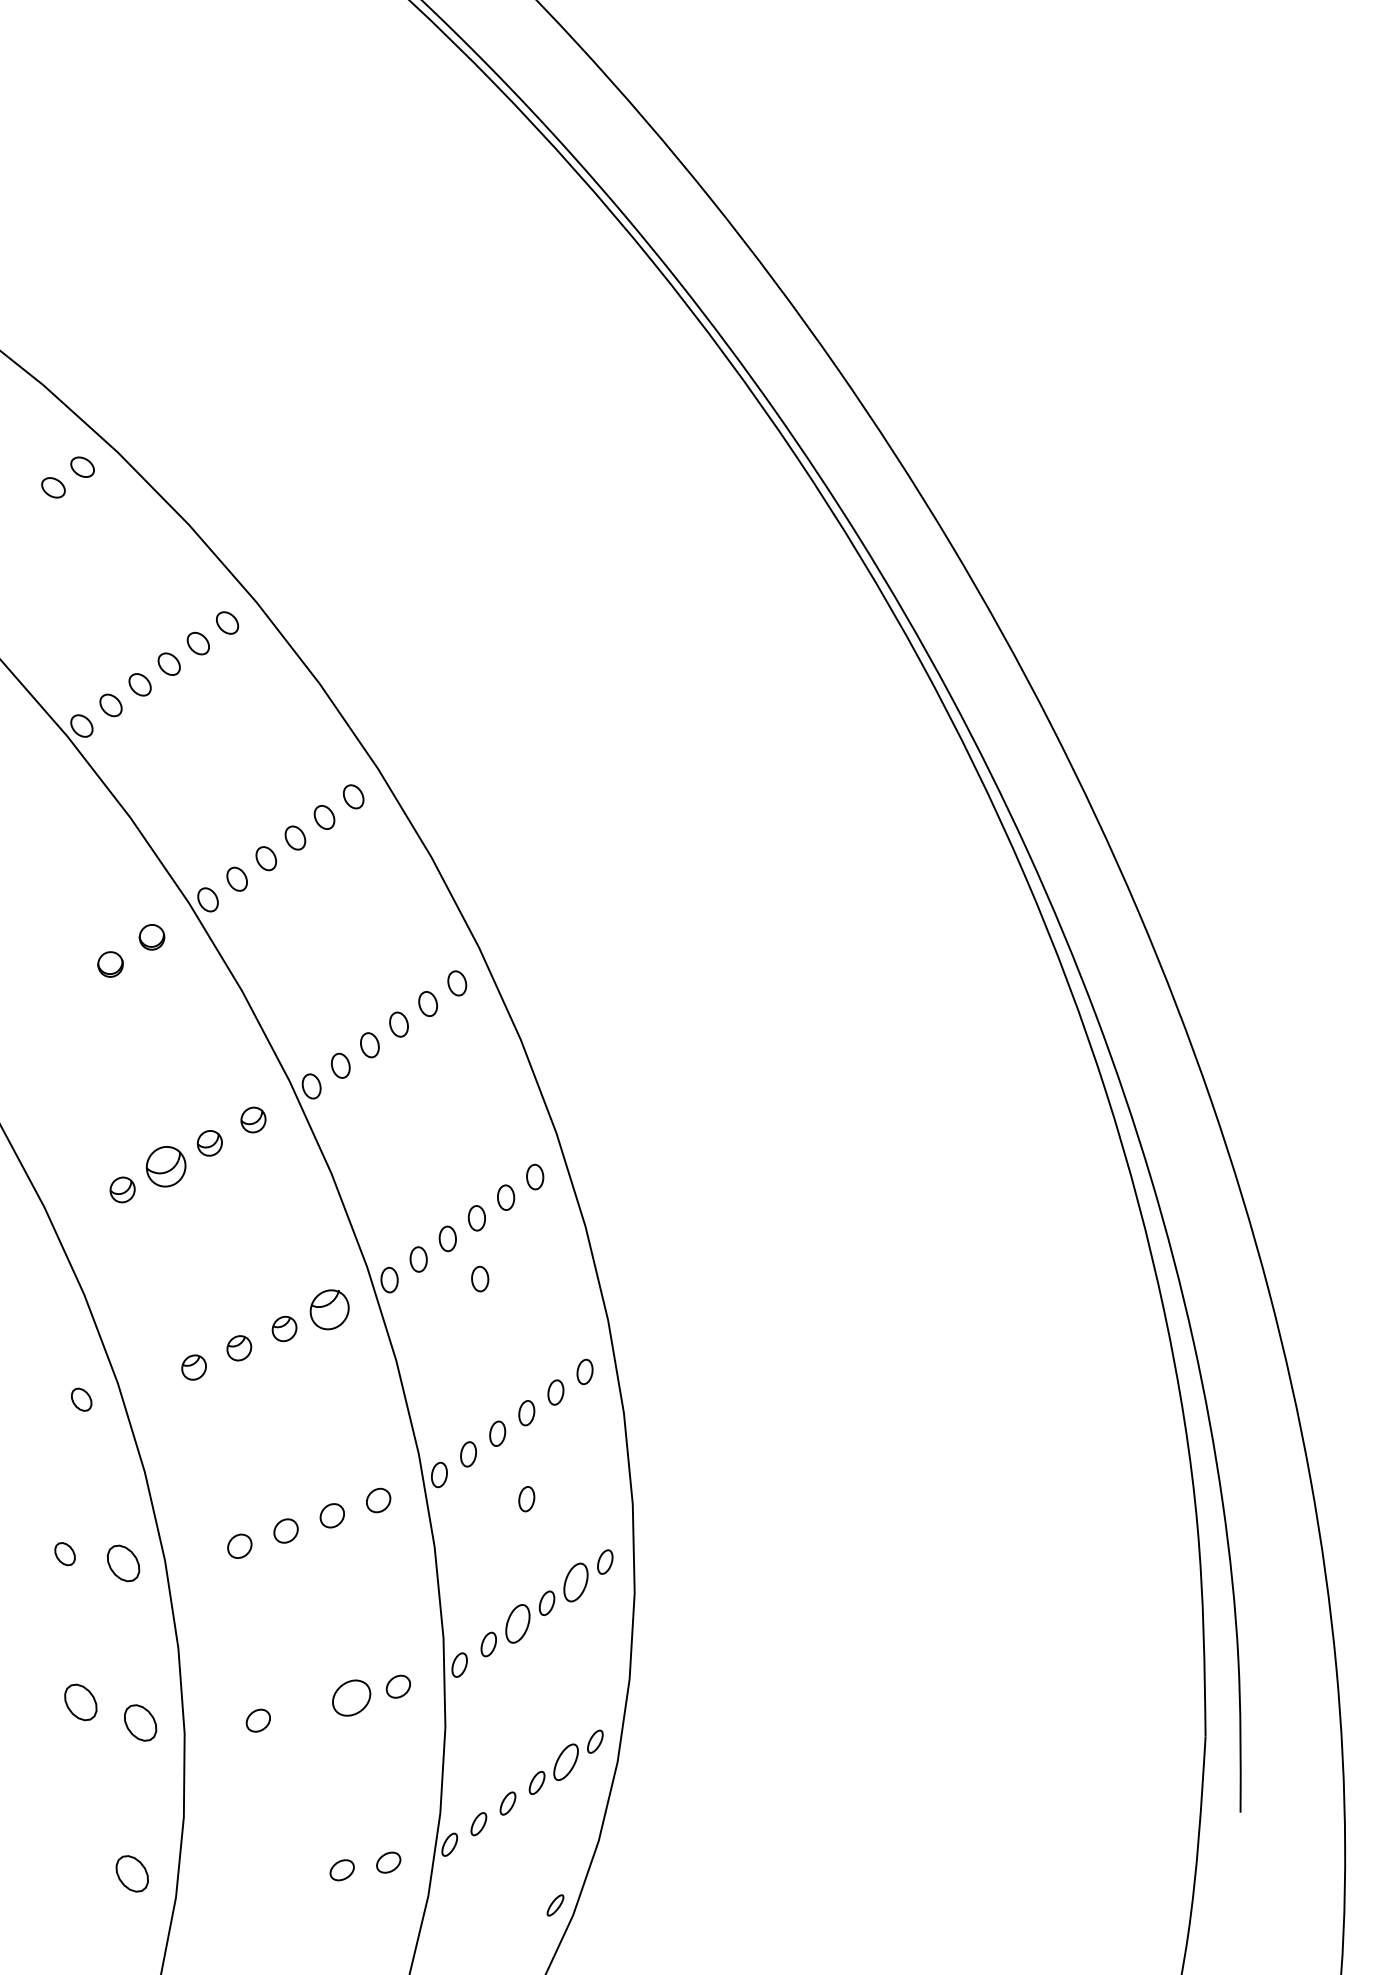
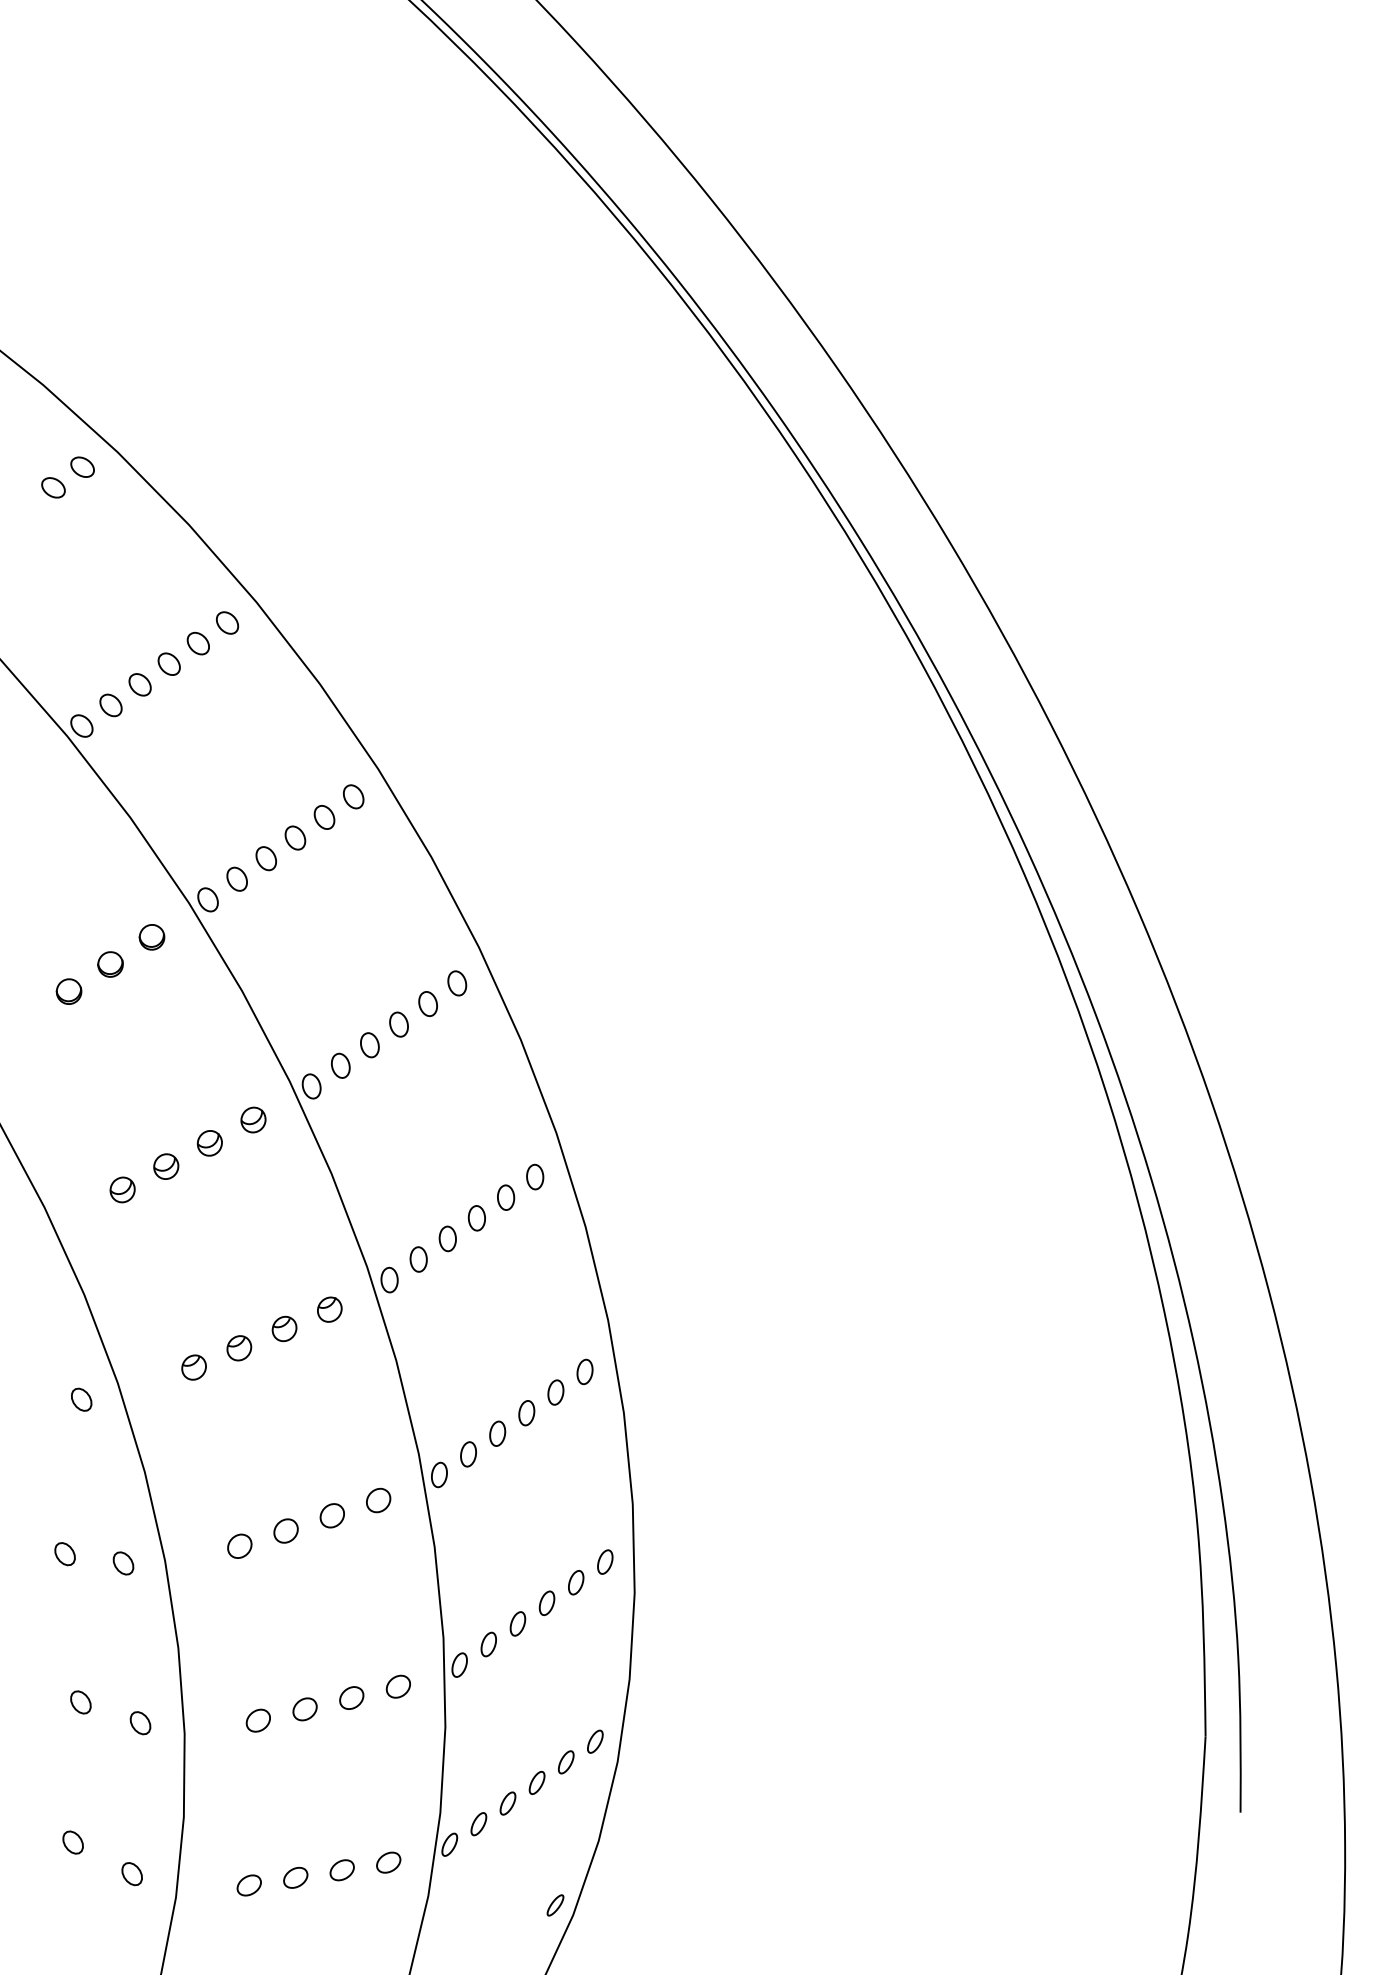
part at (68, 991): none -> present
part at (165, 1166) size: 42x42 px -> 27x27 px
part at (480, 1278): present -> none
part at (329, 1309) size: 41x42 px -> 26x27 px
part at (526, 1499): present -> none
part at (123, 1563) size: 34x39 px -> 23x25 px
part at (575, 1582) size: 26x41 px -> 17x26 px
part at (517, 1623) size: 26x40 px -> 18x26 px
part at (351, 1697) size: 40x38 px -> 26x24 px
part at (80, 1702) size: 34x39 px -> 22x25 px
part at (304, 1709): none -> present
part at (140, 1722) size: 34x38 px -> 23x25 px
part at (565, 1761) size: 26x38 px -> 17x25 px
part at (72, 1842): none -> present
part at (131, 1873) size: 34x38 px -> 22x25 px
part at (295, 1877): none -> present
part at (248, 1885): none -> present
